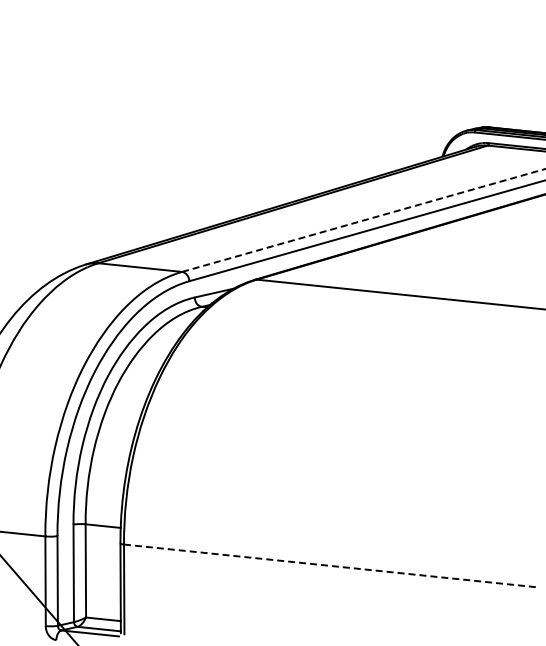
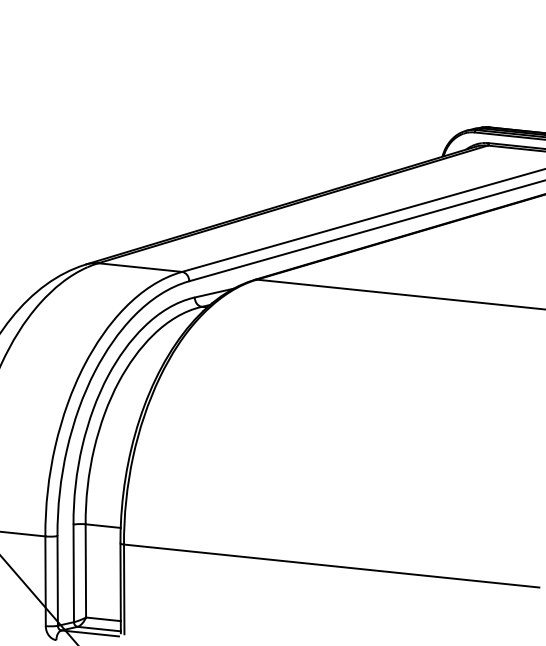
line at (363, 220): dashed -> solid
line at (331, 566): dashed -> solid
